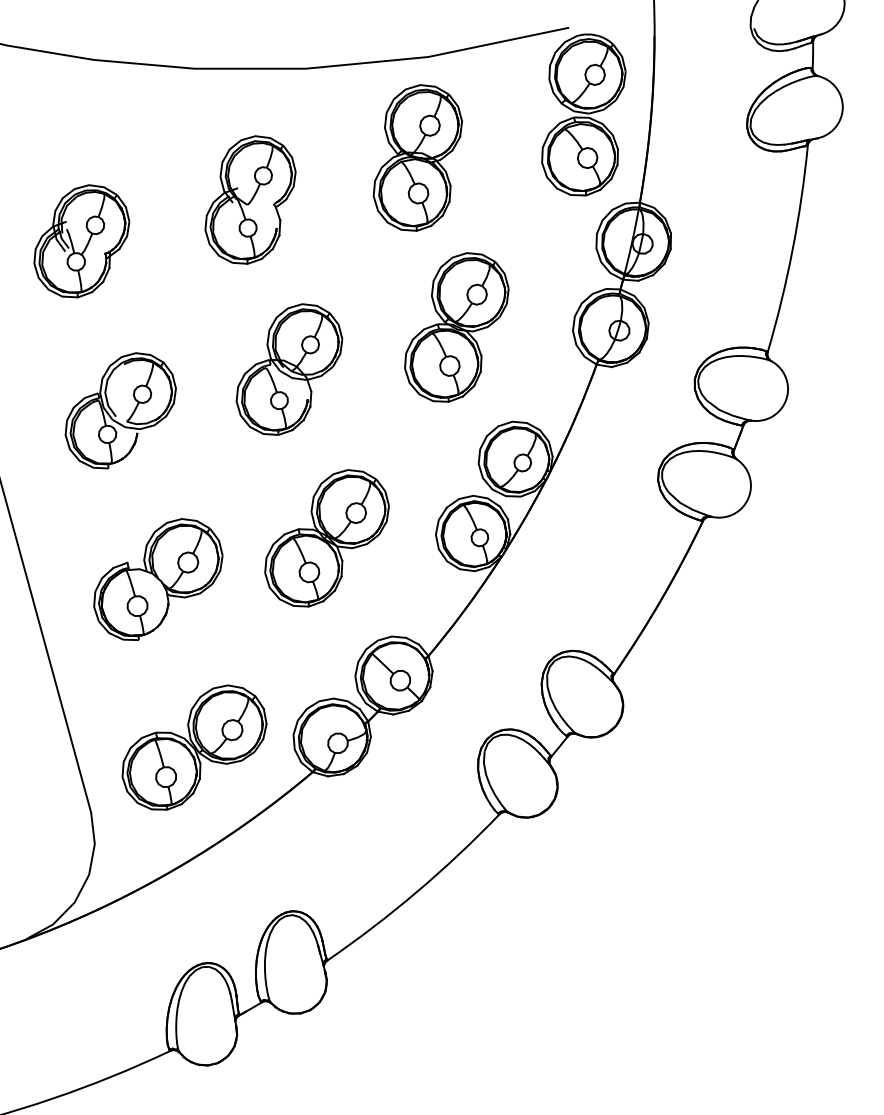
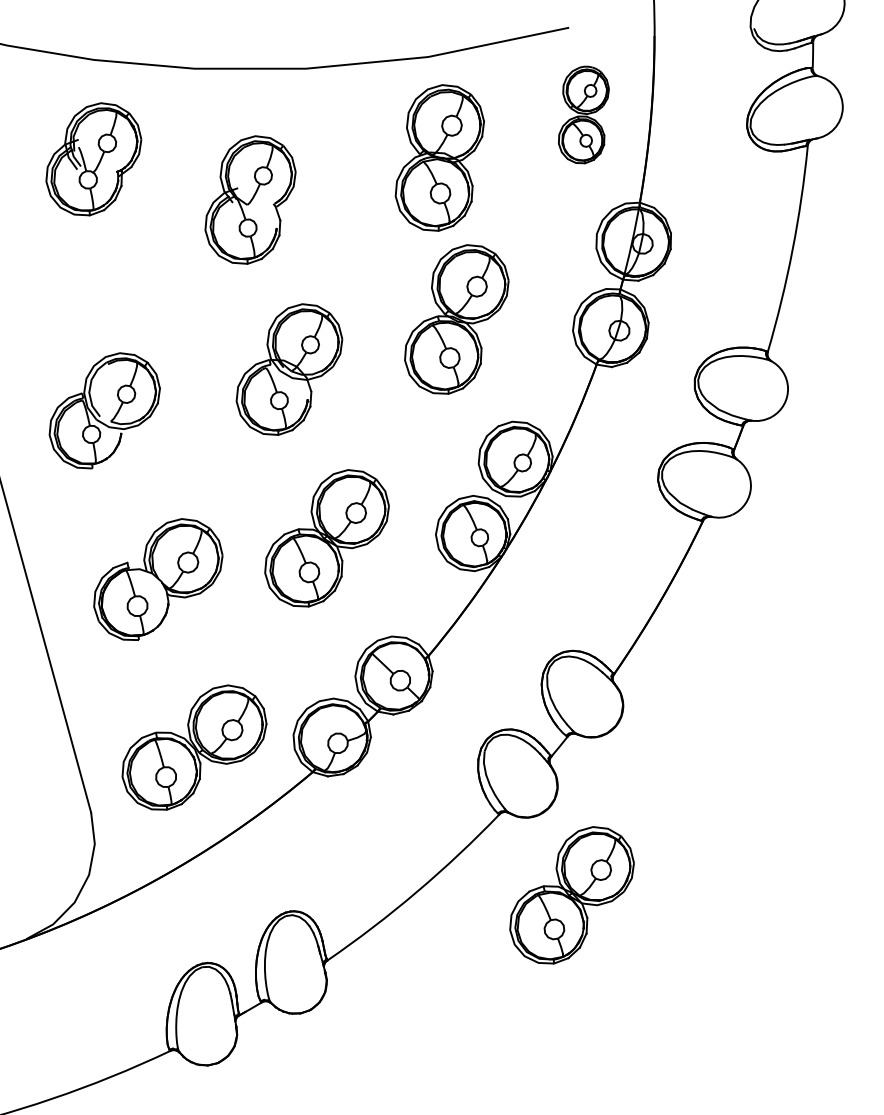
part at (583, 114) size: 86x164 px -> 52x100 px
part at (417, 157) position: (417, 157) -> (439, 157)
part at (81, 241) position: (81, 241) -> (93, 159)
part at (456, 327) position: (456, 327) -> (456, 319)
part at (120, 410) position: (120, 410) -> (104, 410)
part at (571, 895): none -> present
